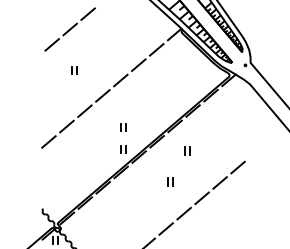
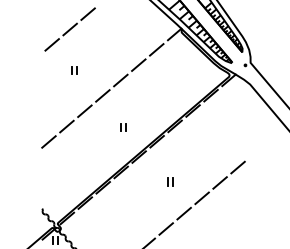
part at (123, 149): present -> none
part at (187, 150): present -> none
